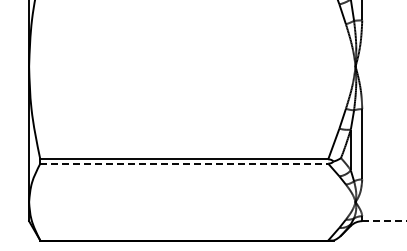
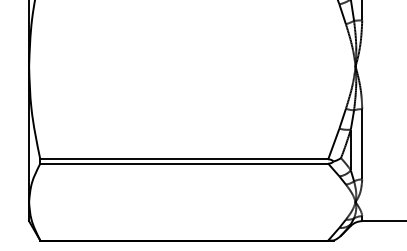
line at (184, 163): dashed -> solid
line at (384, 221): dashed -> solid
